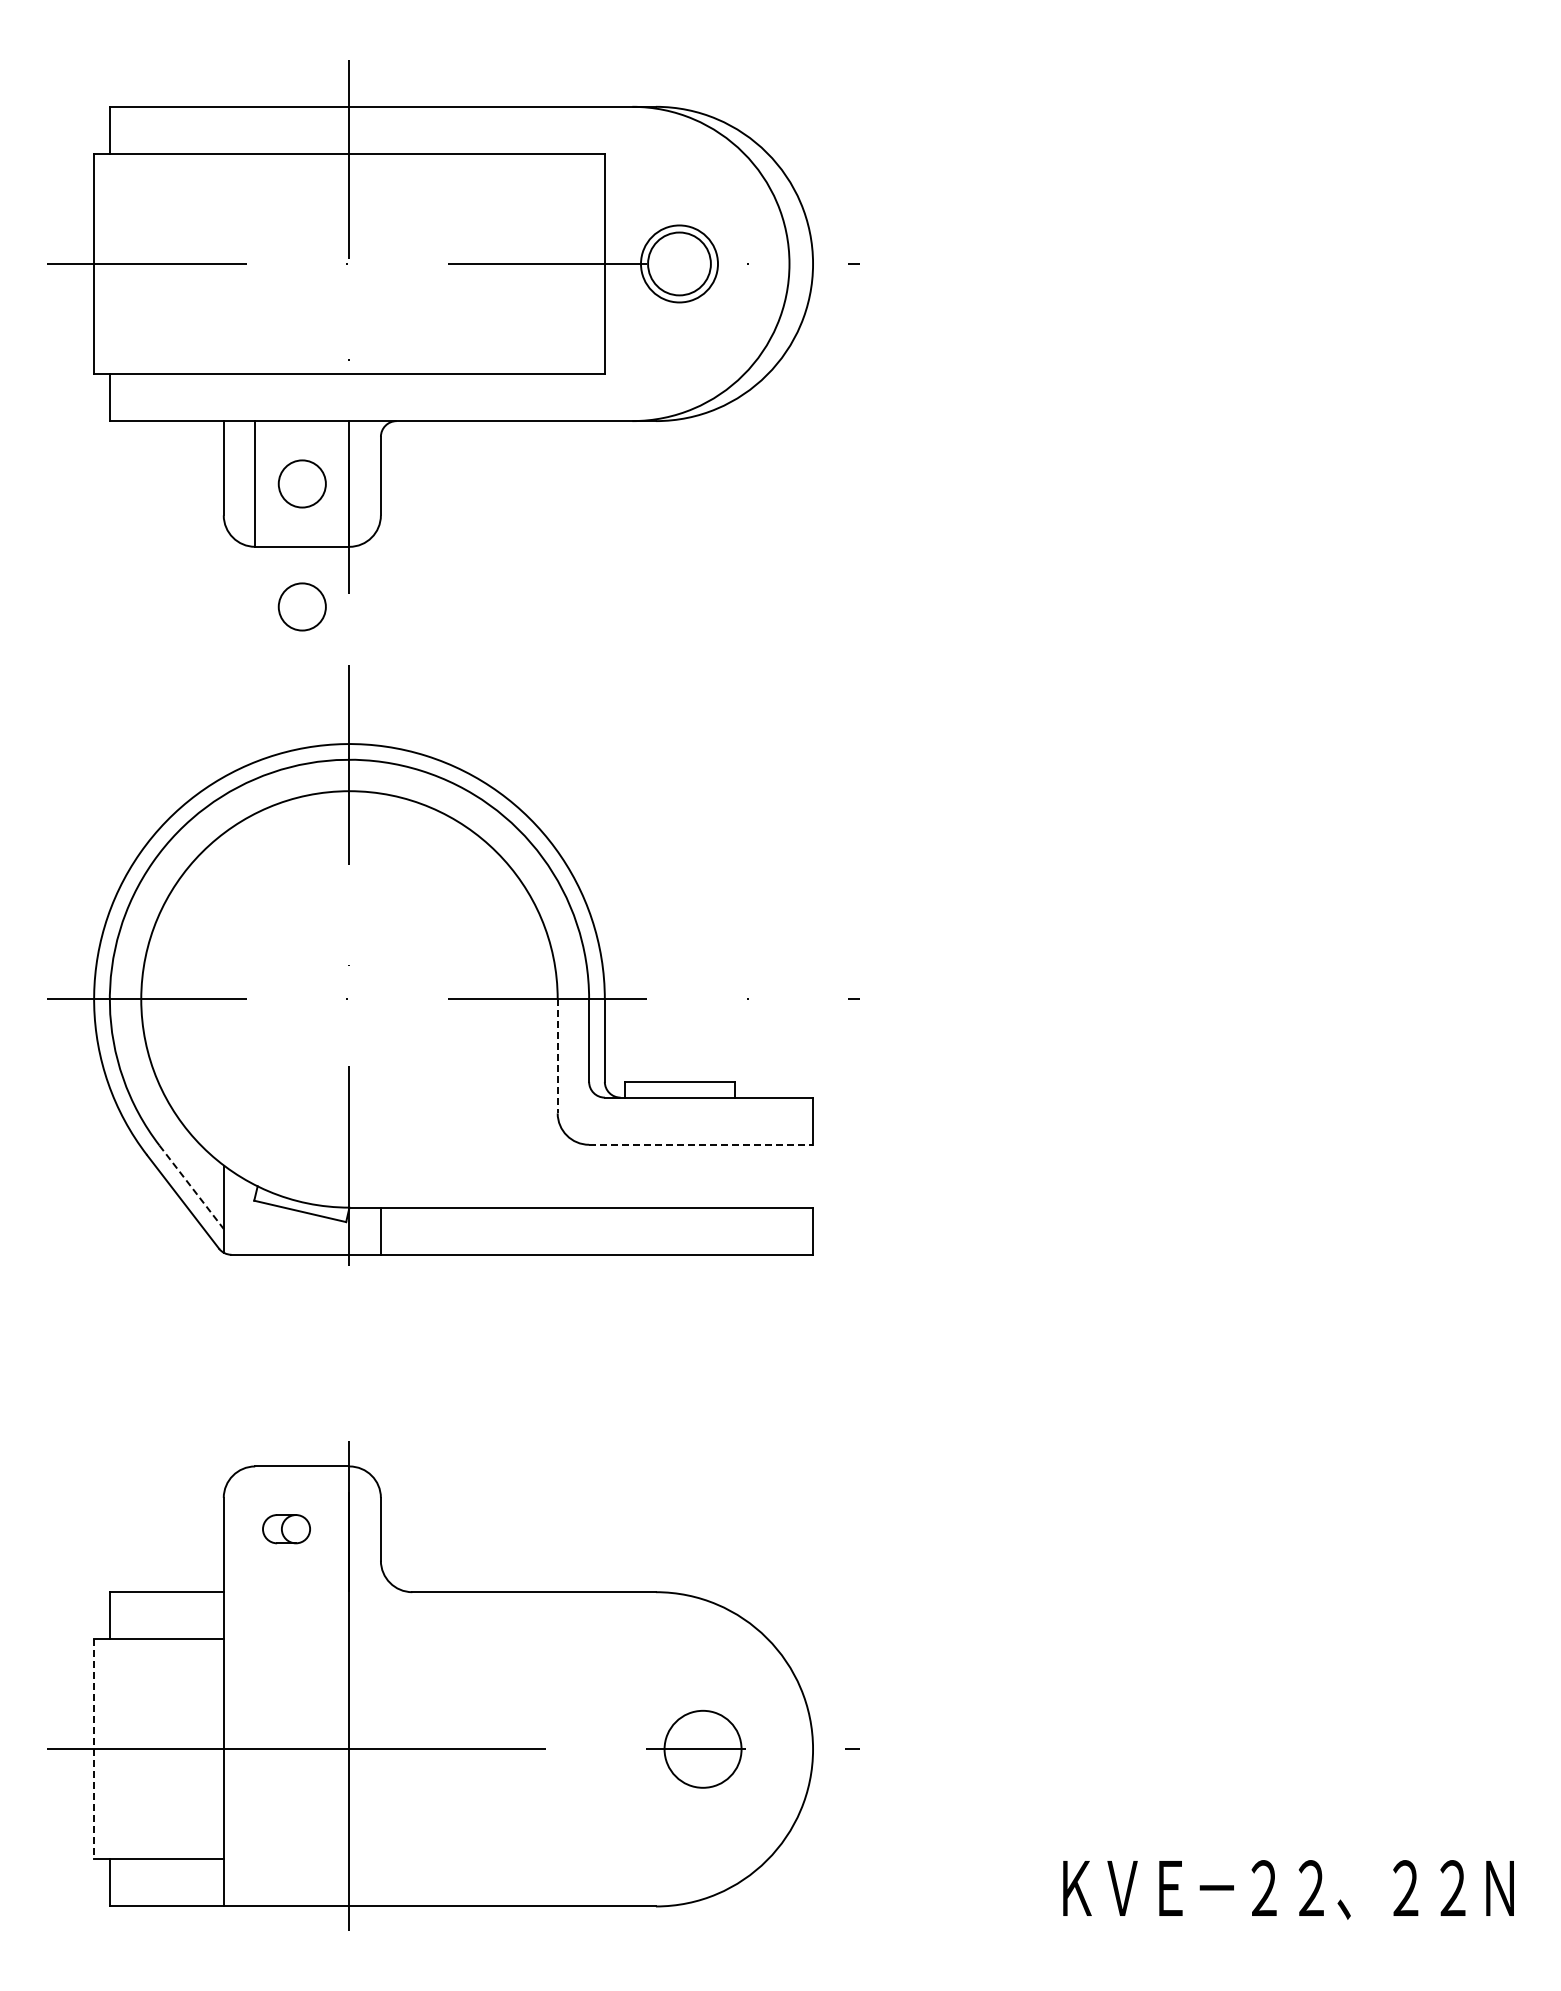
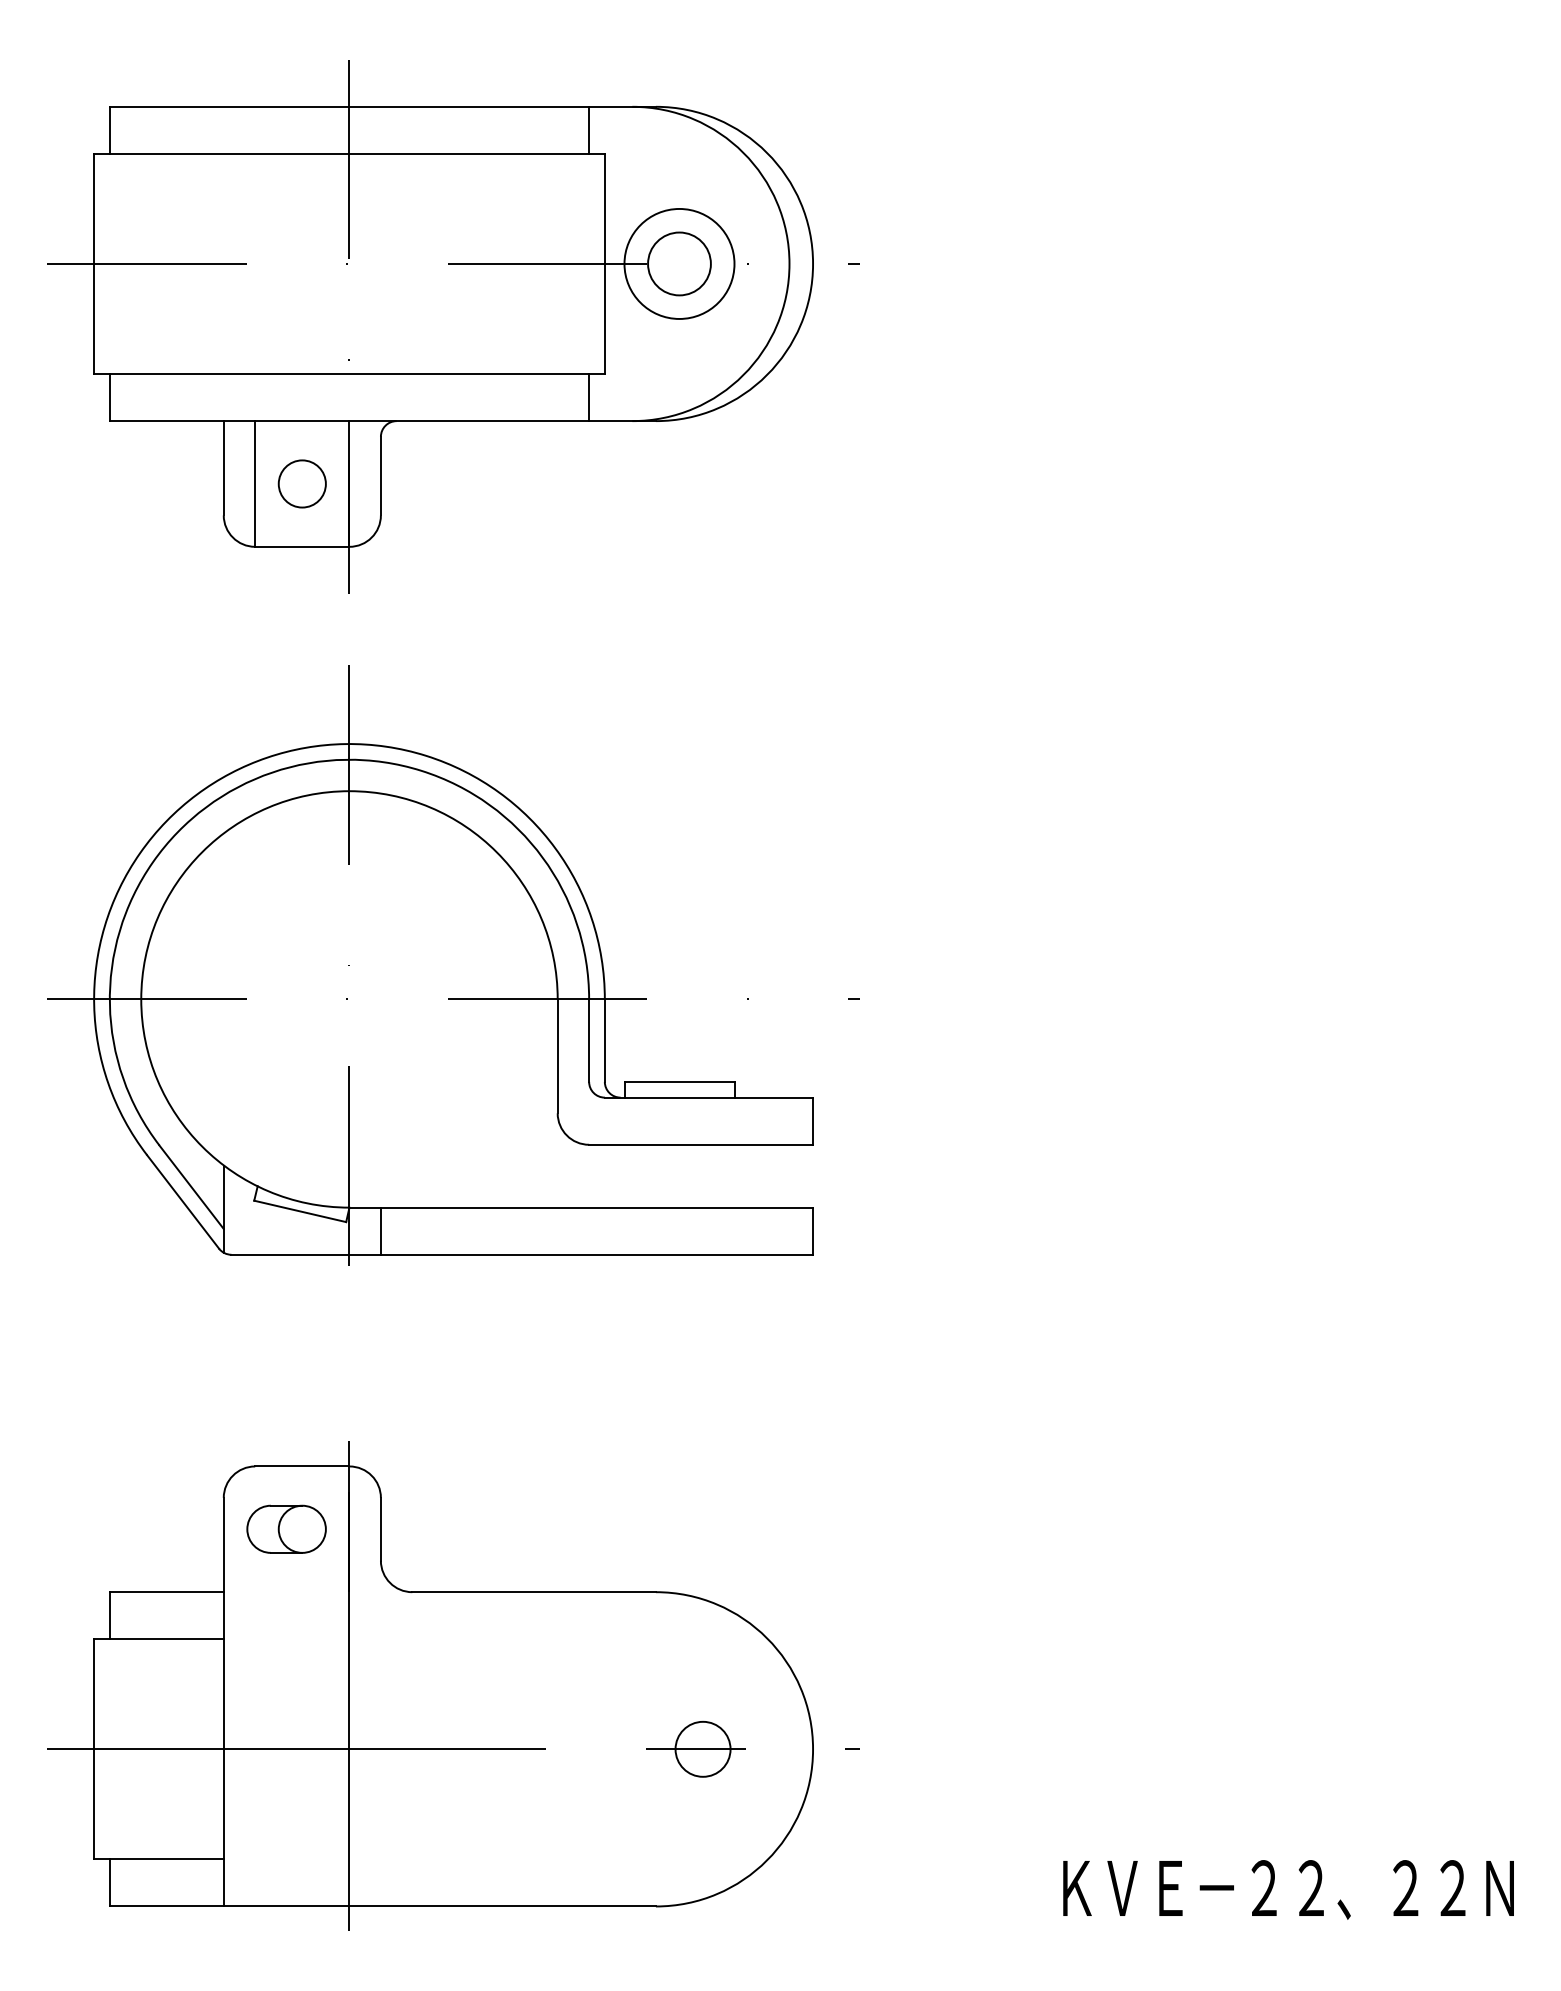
line at (589, 129): none -> present
circle at (679, 263) diameter: 77 px -> 110 px
line at (589, 397): none -> present
circle at (301, 606): present -> none
line at (557, 1056): dashed -> solid
line at (701, 1144): dashed -> solid
line at (191, 1187): dashed -> solid
part at (286, 1529) size: 49x31 px -> 81x50 px
circle at (702, 1748) diameter: 77 px -> 55 px
line at (94, 1749): dashed -> solid
